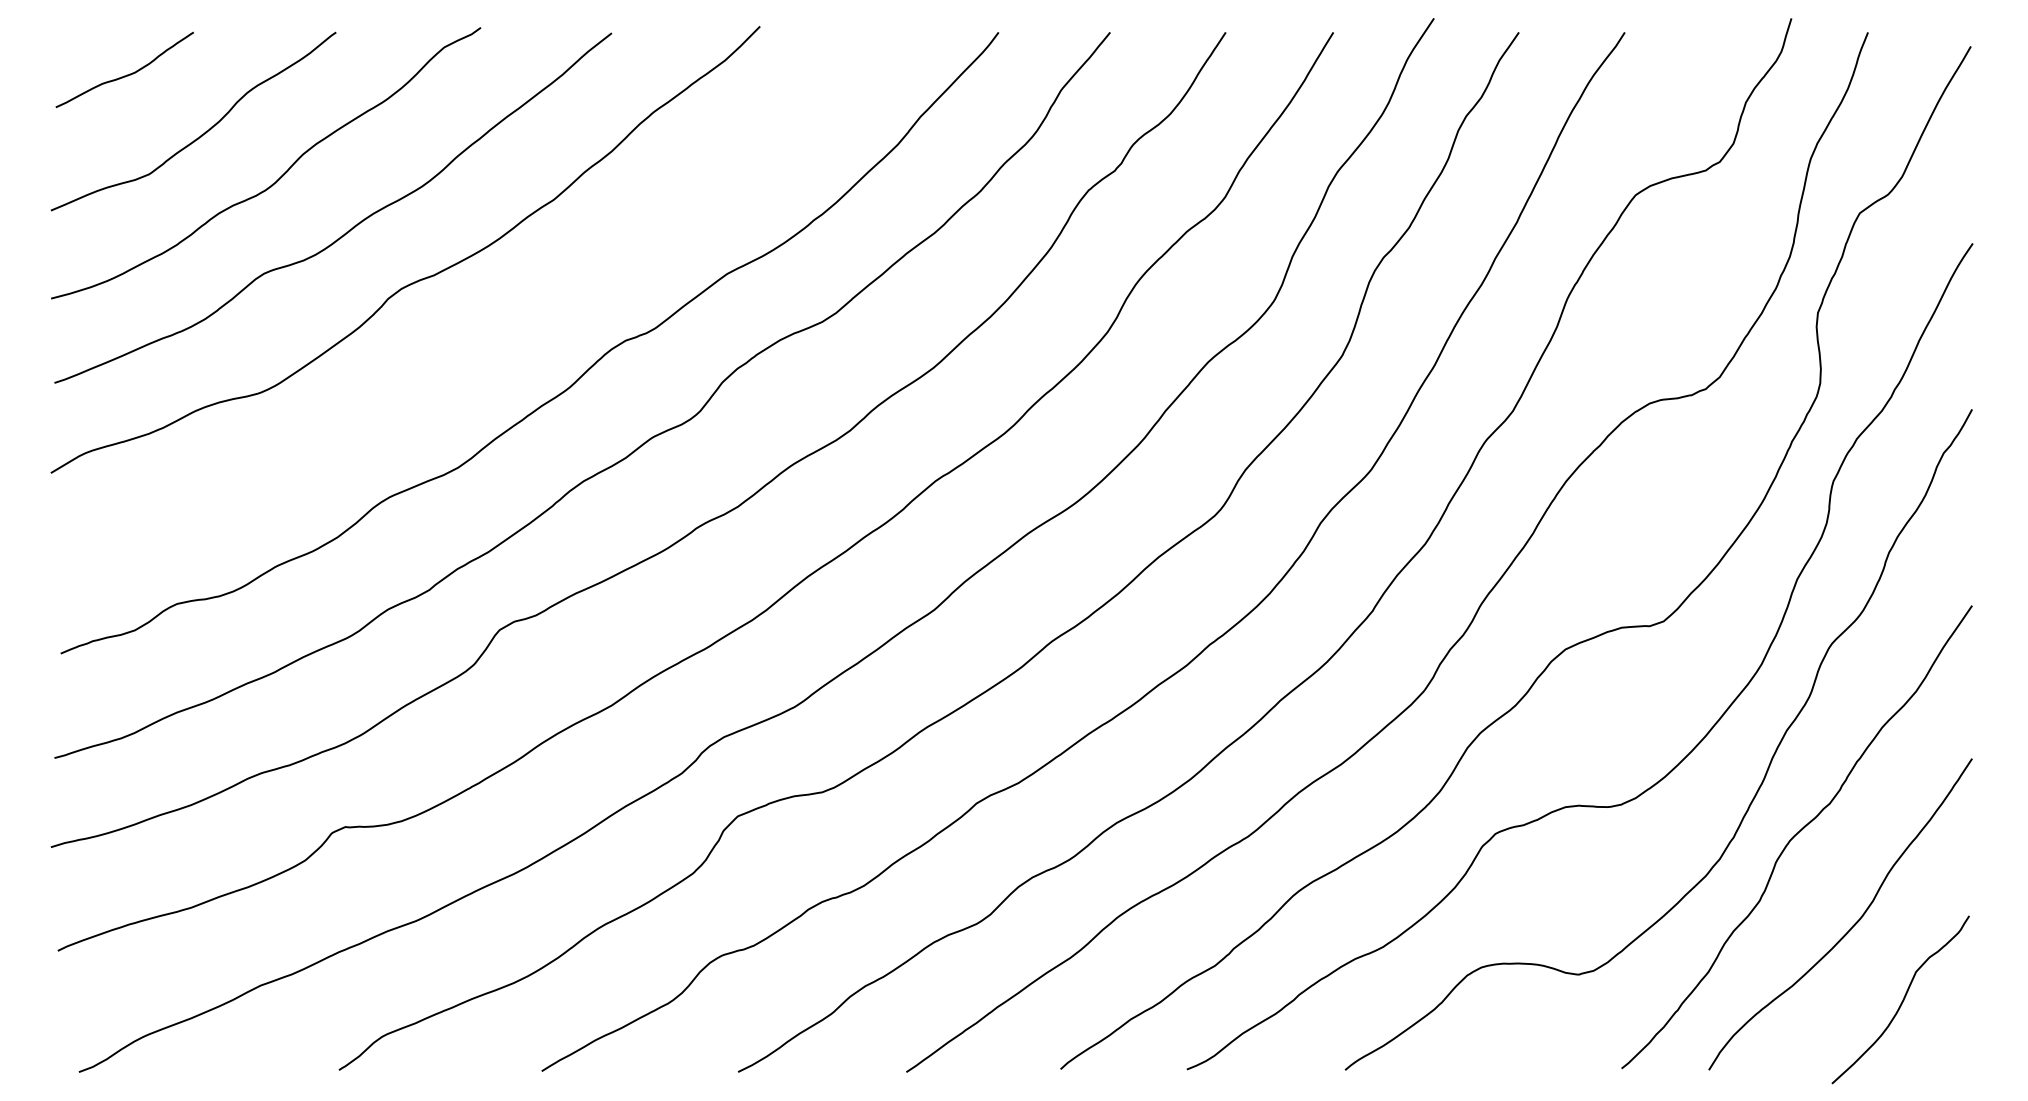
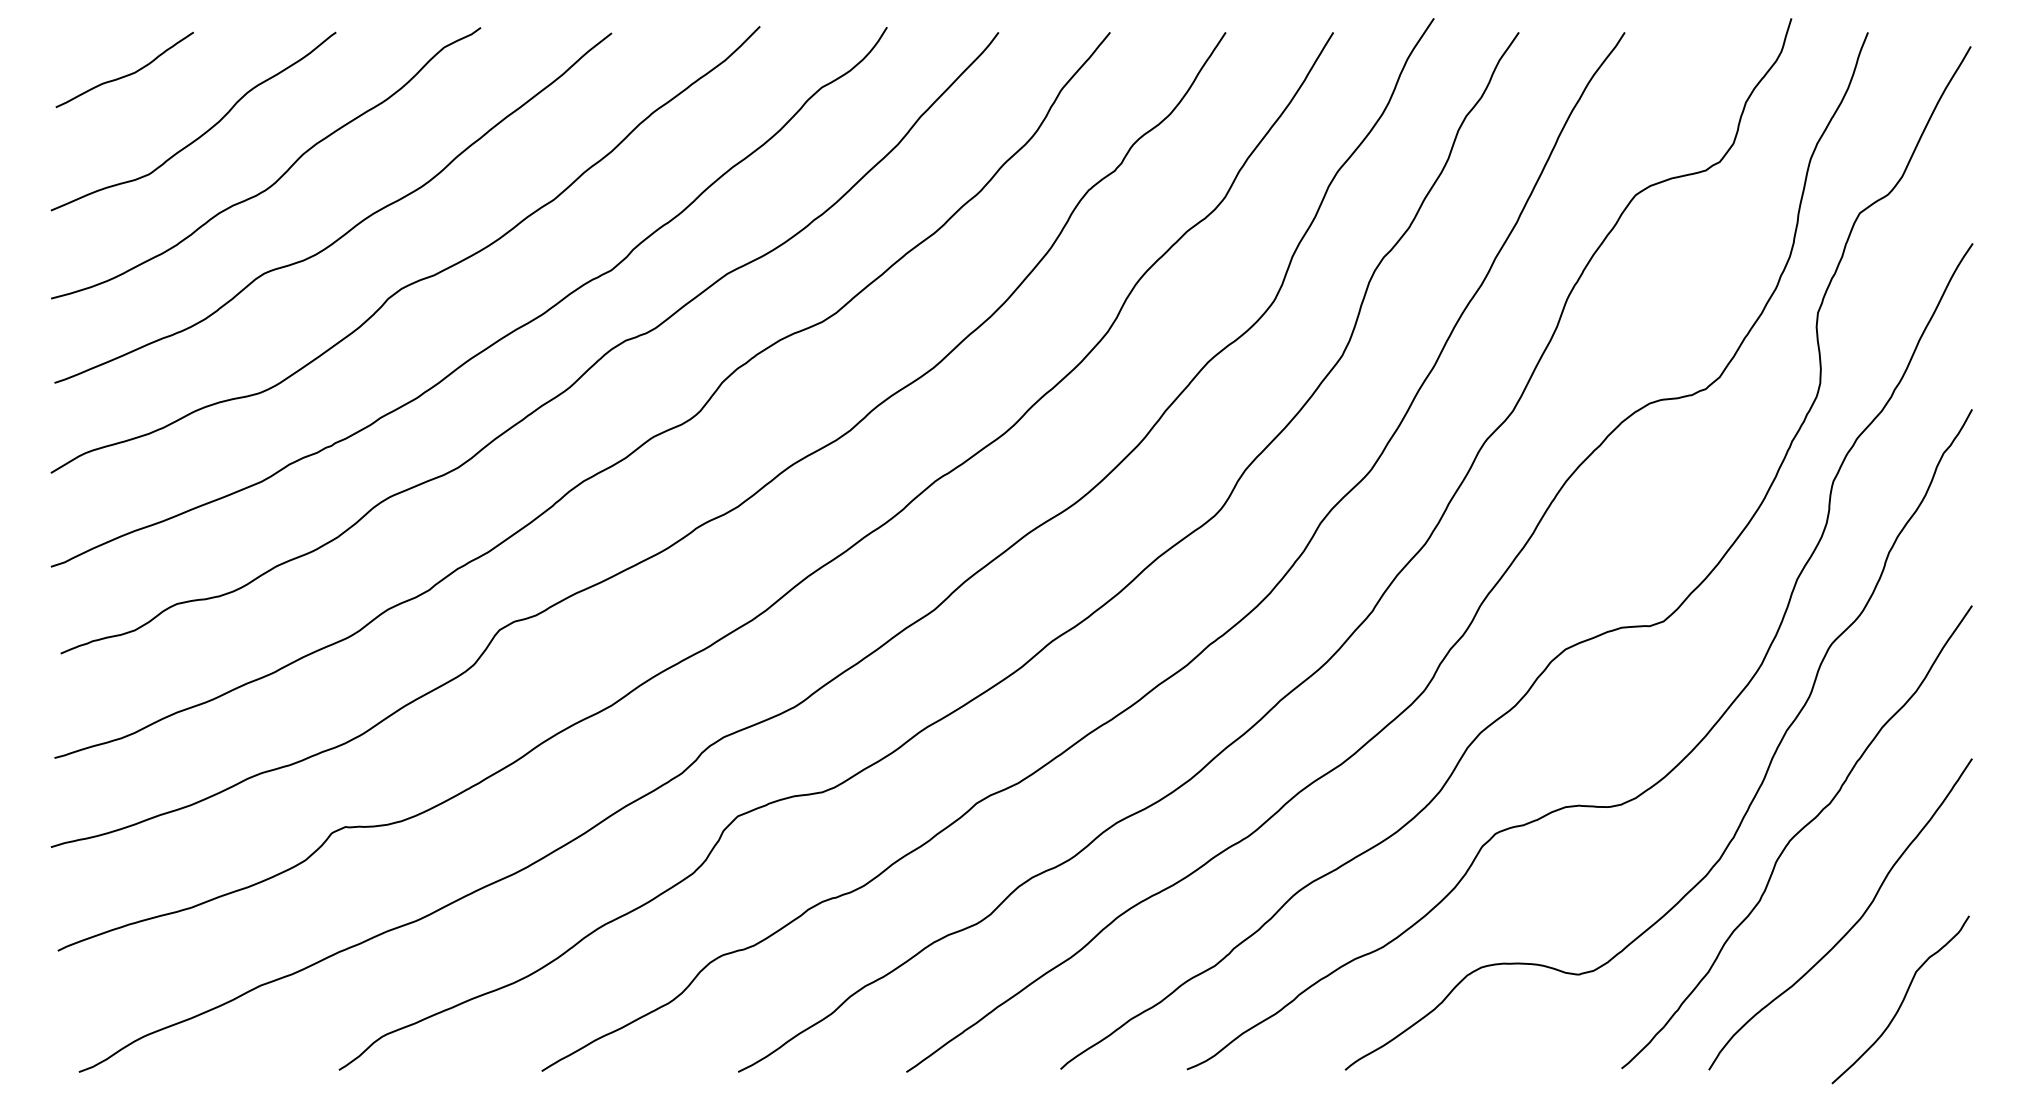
curve at (498, 339): none -> present
